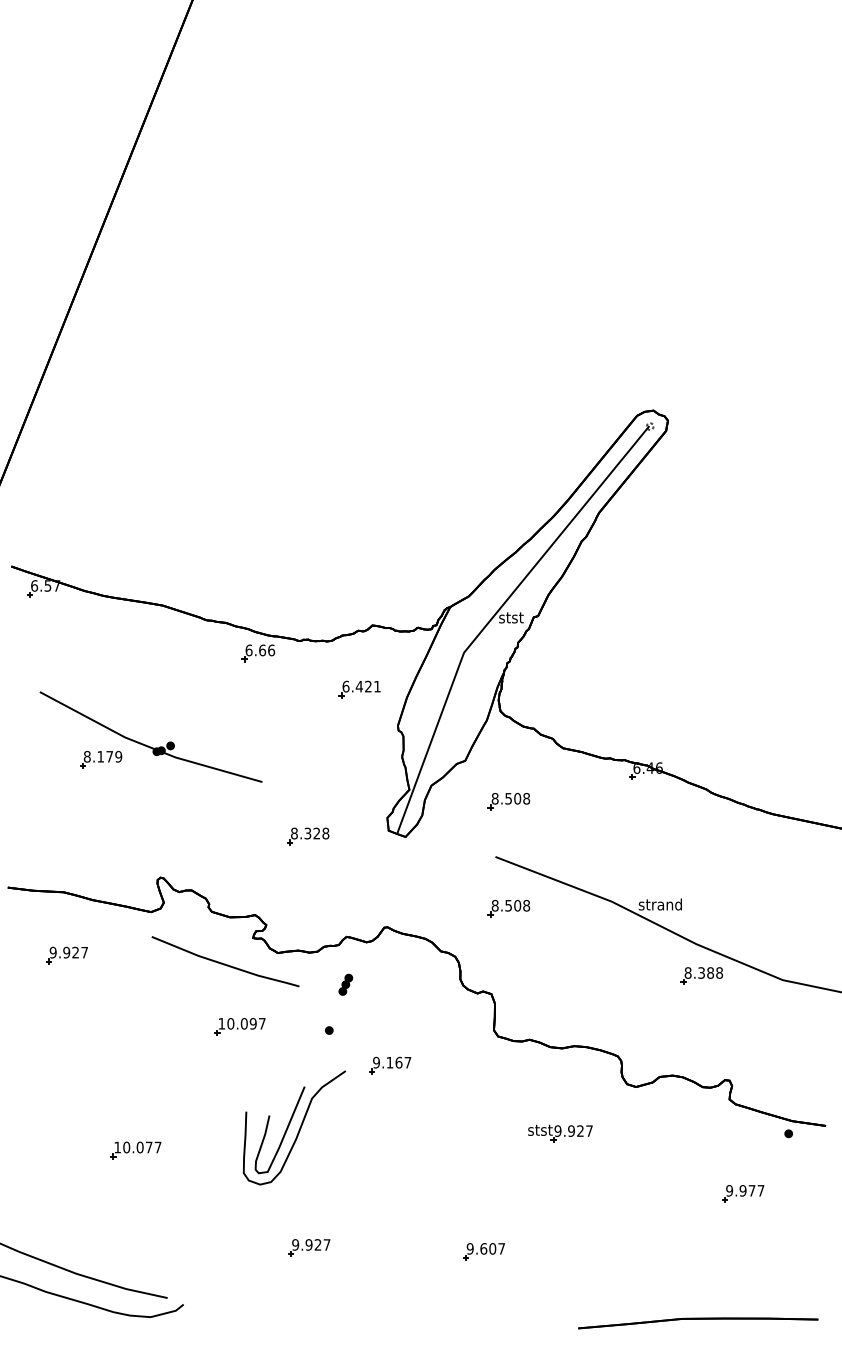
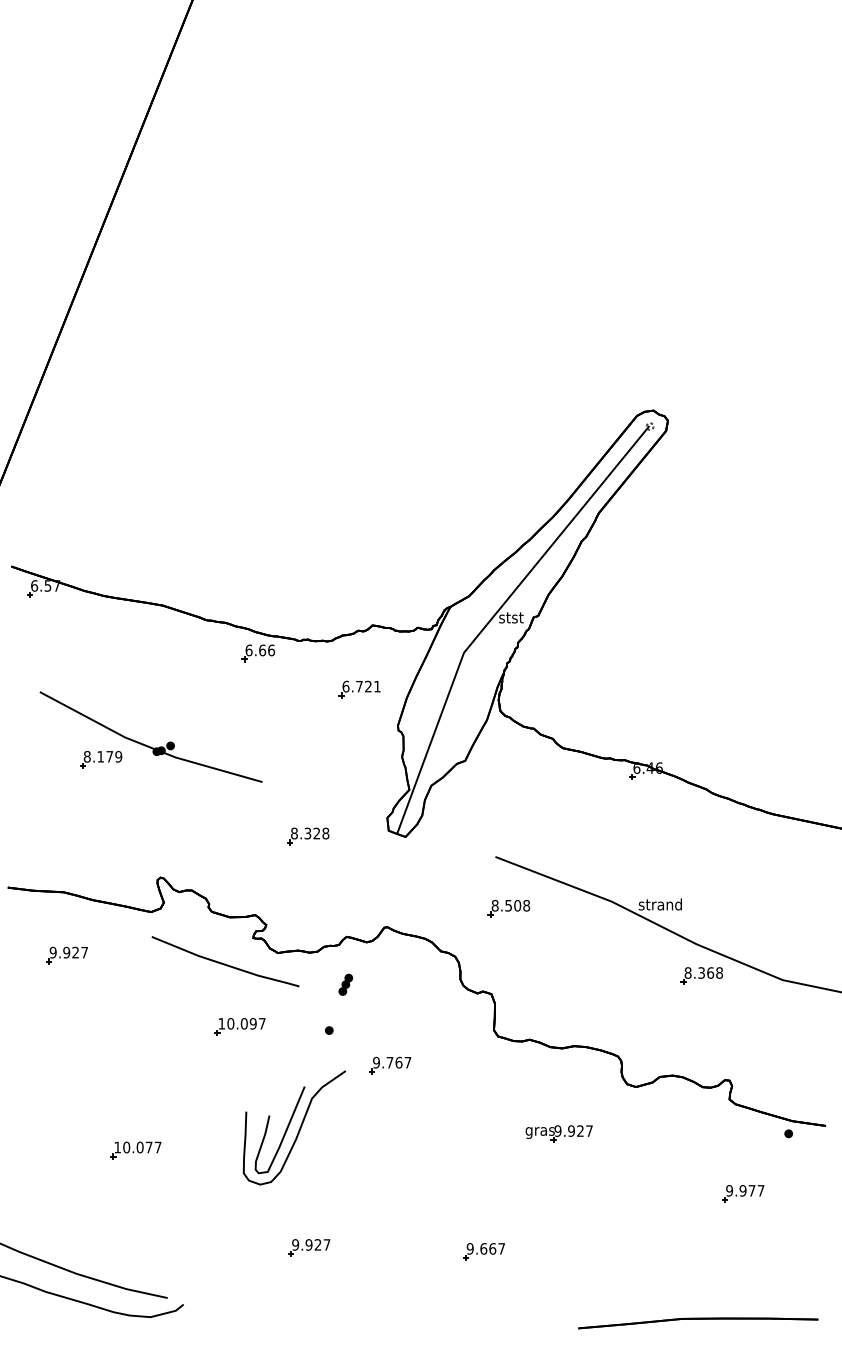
text at (359, 686): 6.421 -> 6.721
part at (508, 801): present -> none
text at (710, 972): 8.388 -> 8.368
text at (389, 1062): 9.167 -> 9.767
text at (539, 1131): stst -> gras
text at (492, 1248): 9.607 -> 9.667
